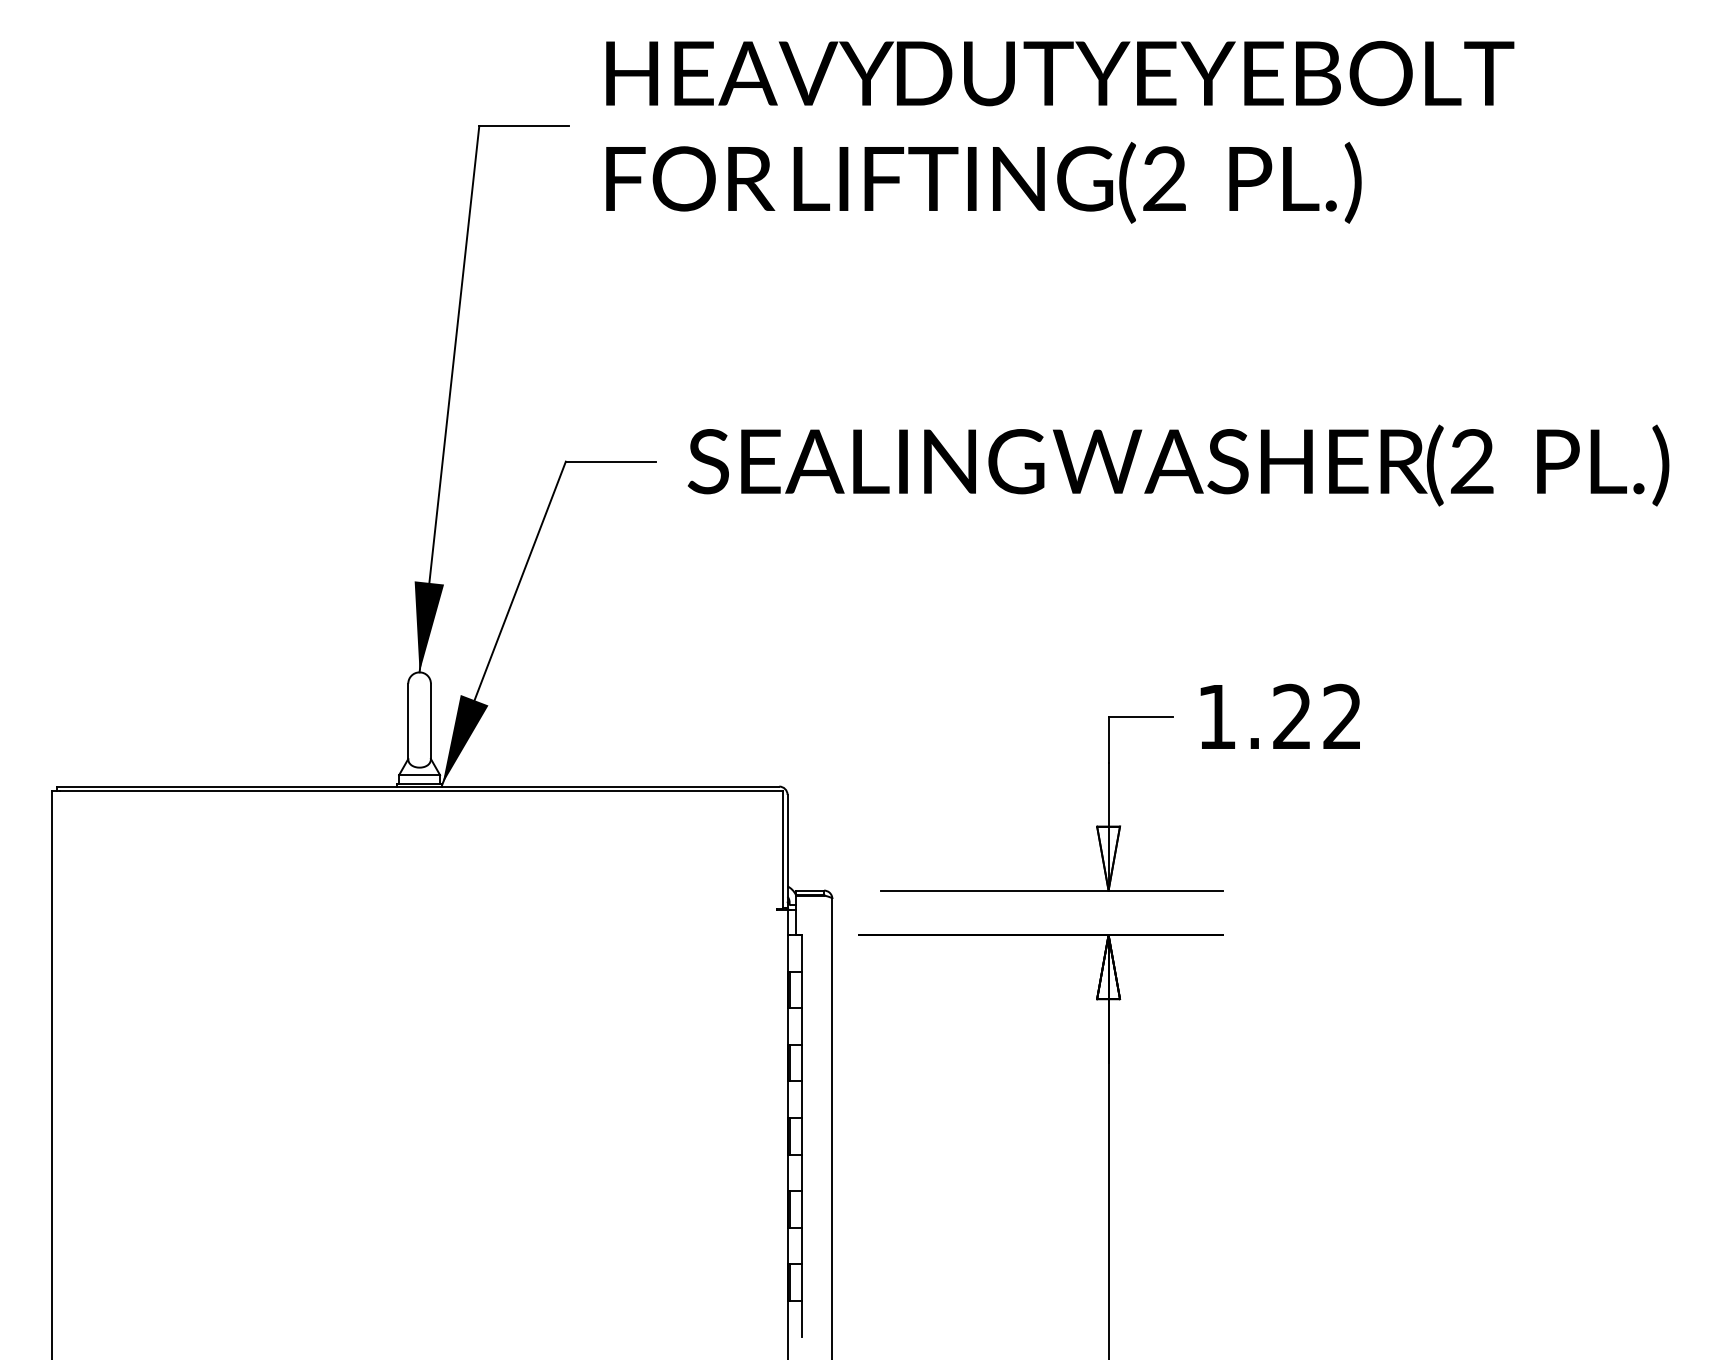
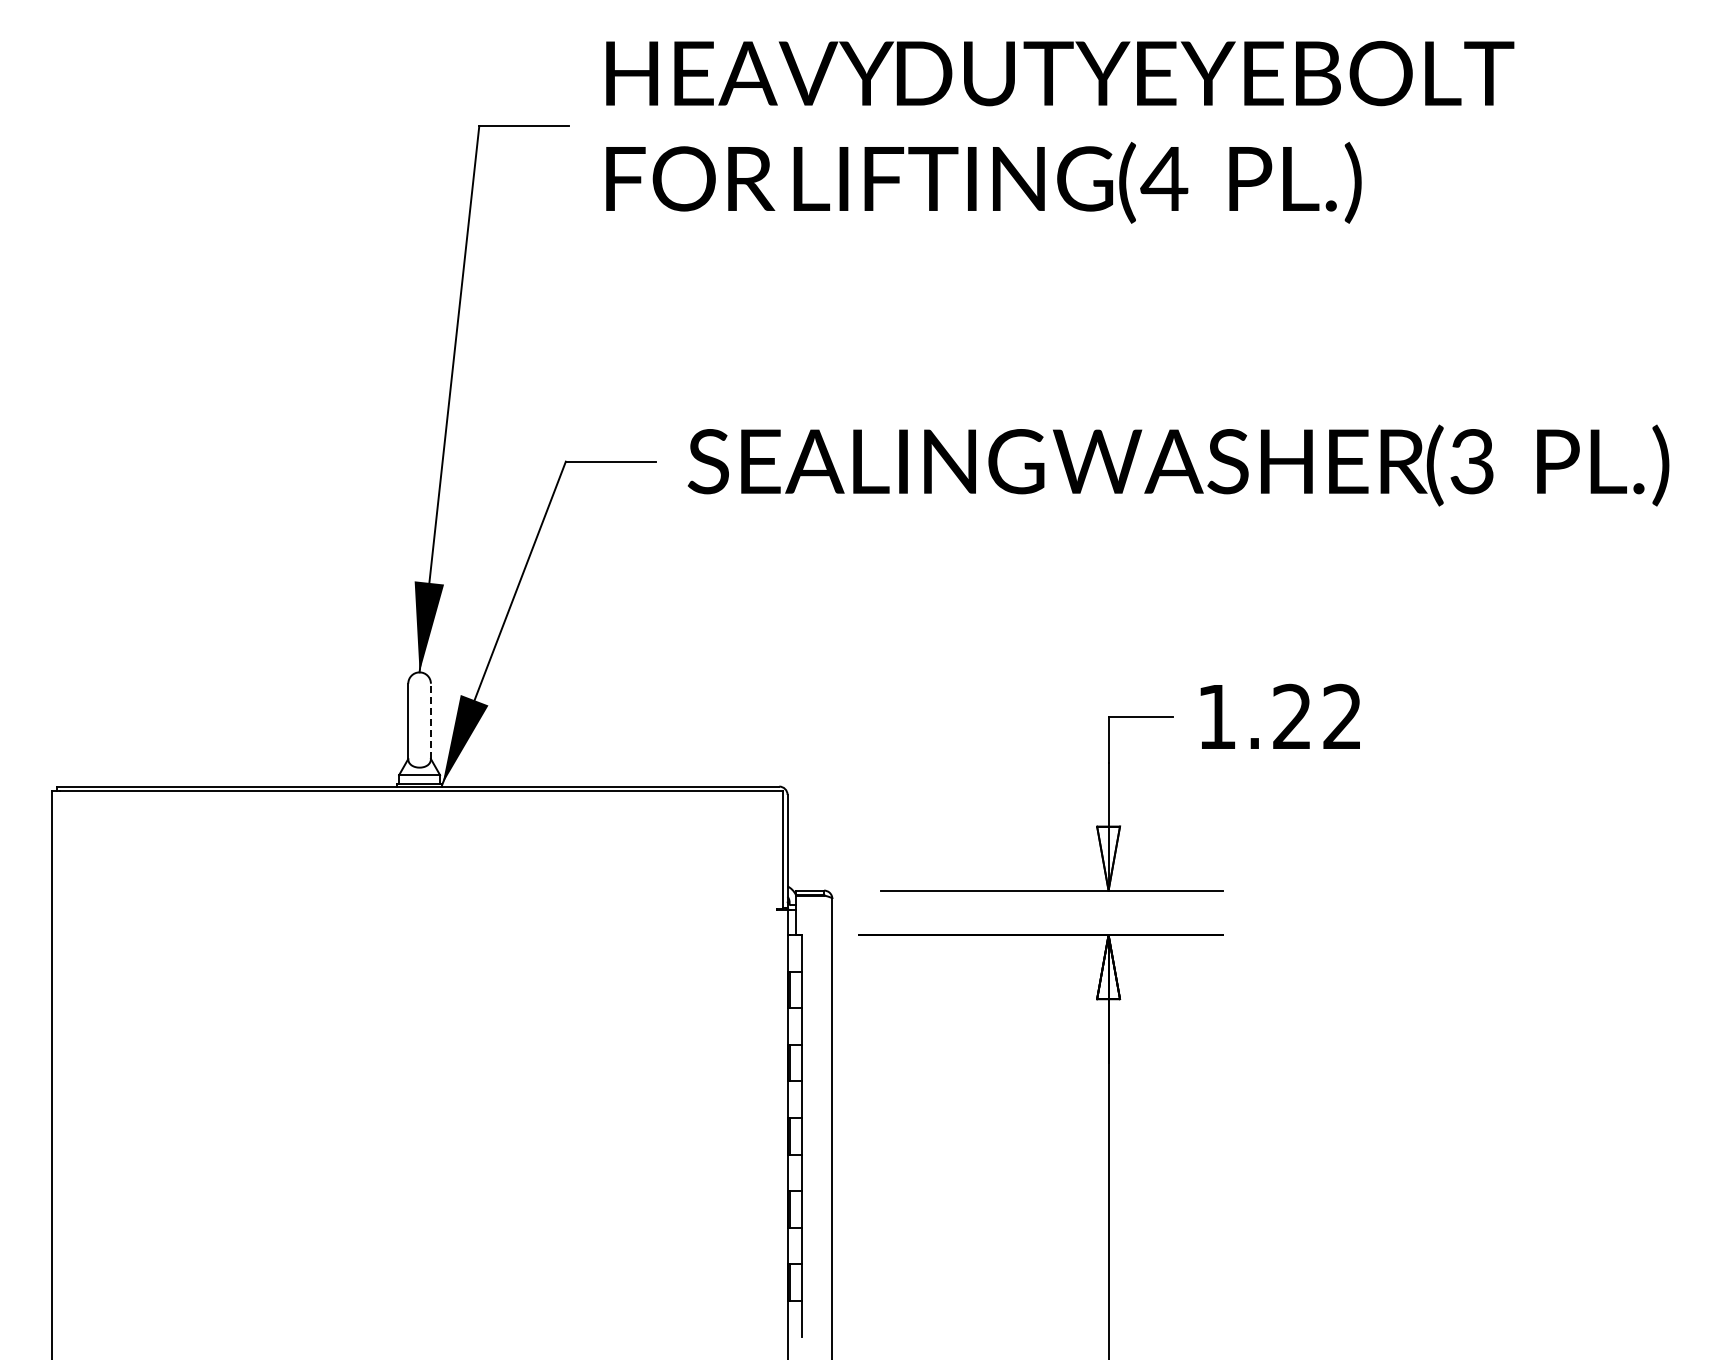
text at (1164, 178): (2 -> (4
text at (1471, 461): (2 -> (3
line at (430, 721): solid -> dashed
